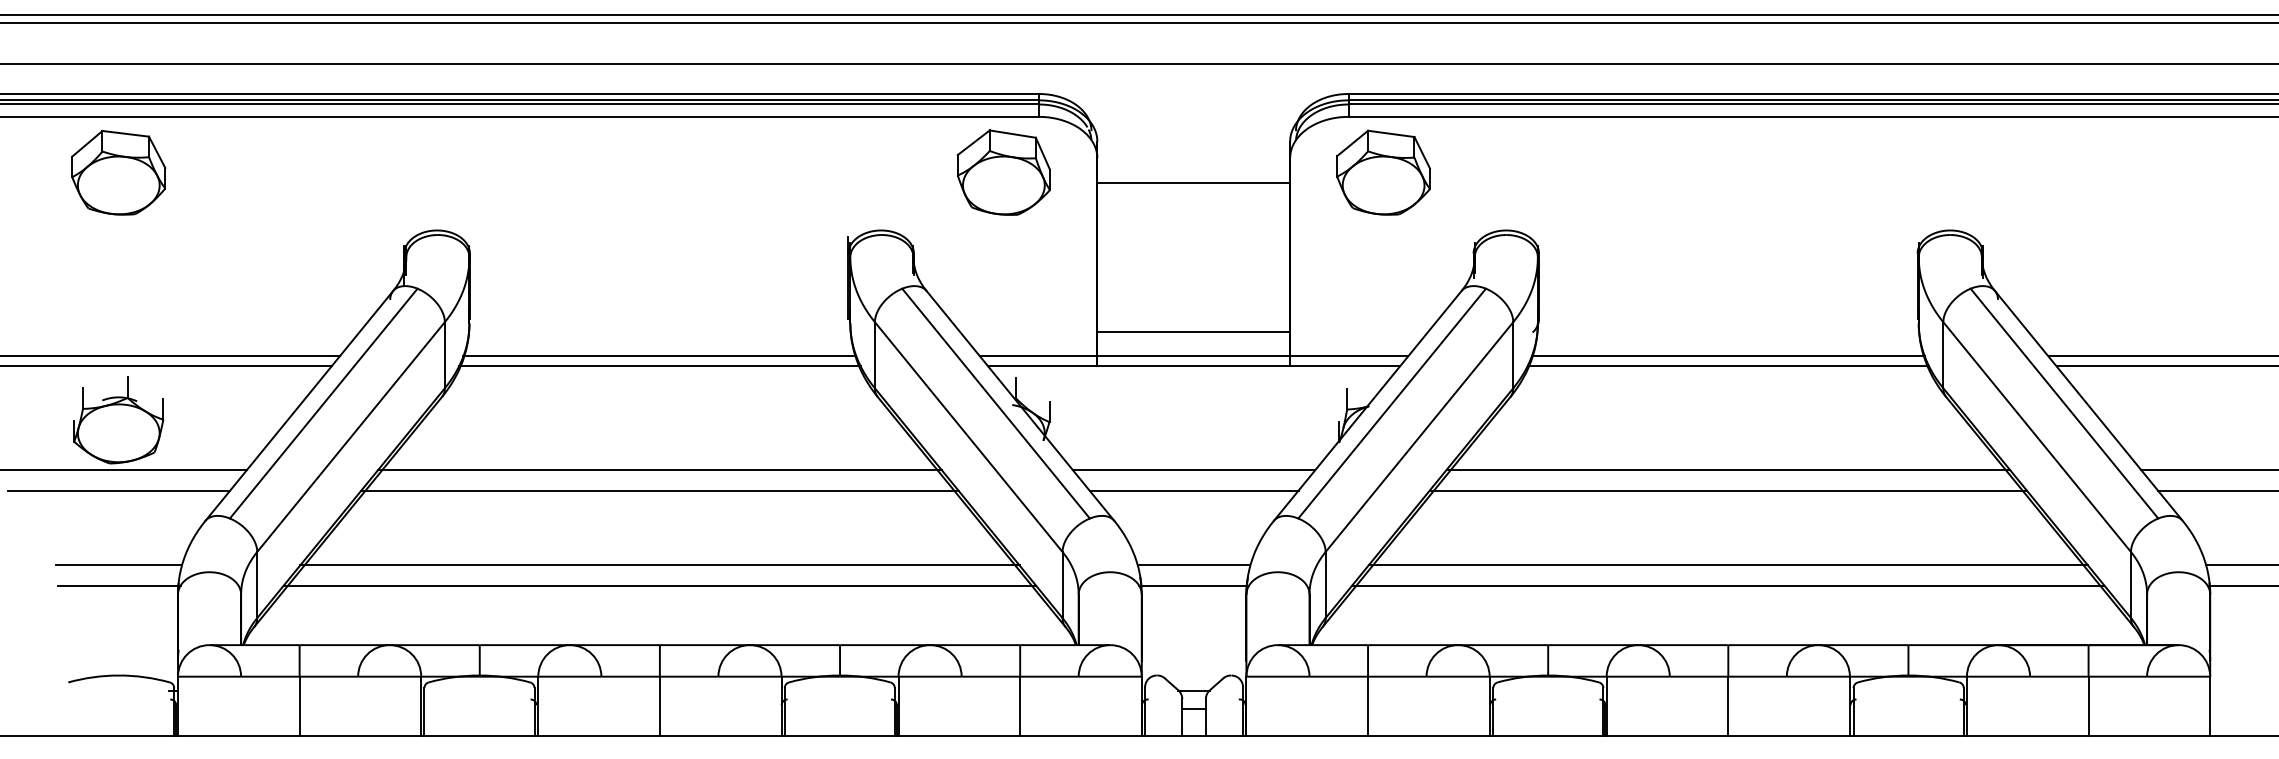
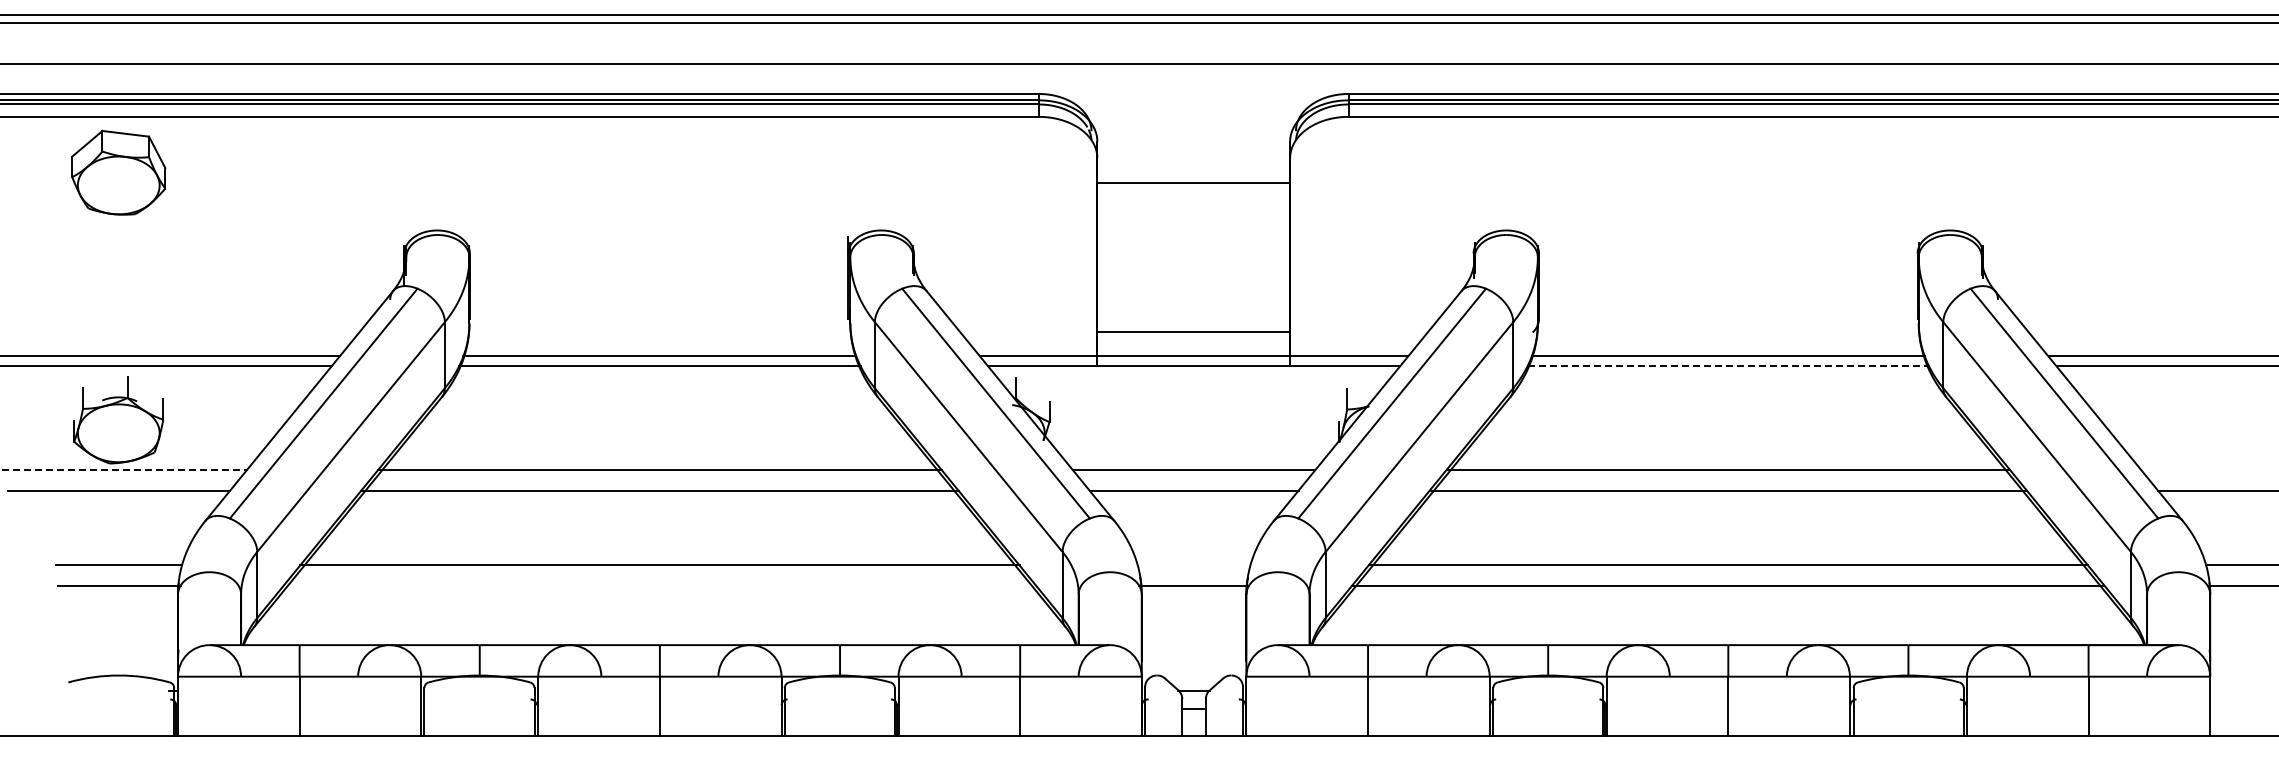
part at (1003, 172): present -> none
part at (1383, 172): present -> none
line at (1728, 366): solid -> dashed
line at (124, 470): solid -> dashed
line at (2208, 470): present -> none
line at (1193, 565): present -> none
line at (659, 585): present -> none
